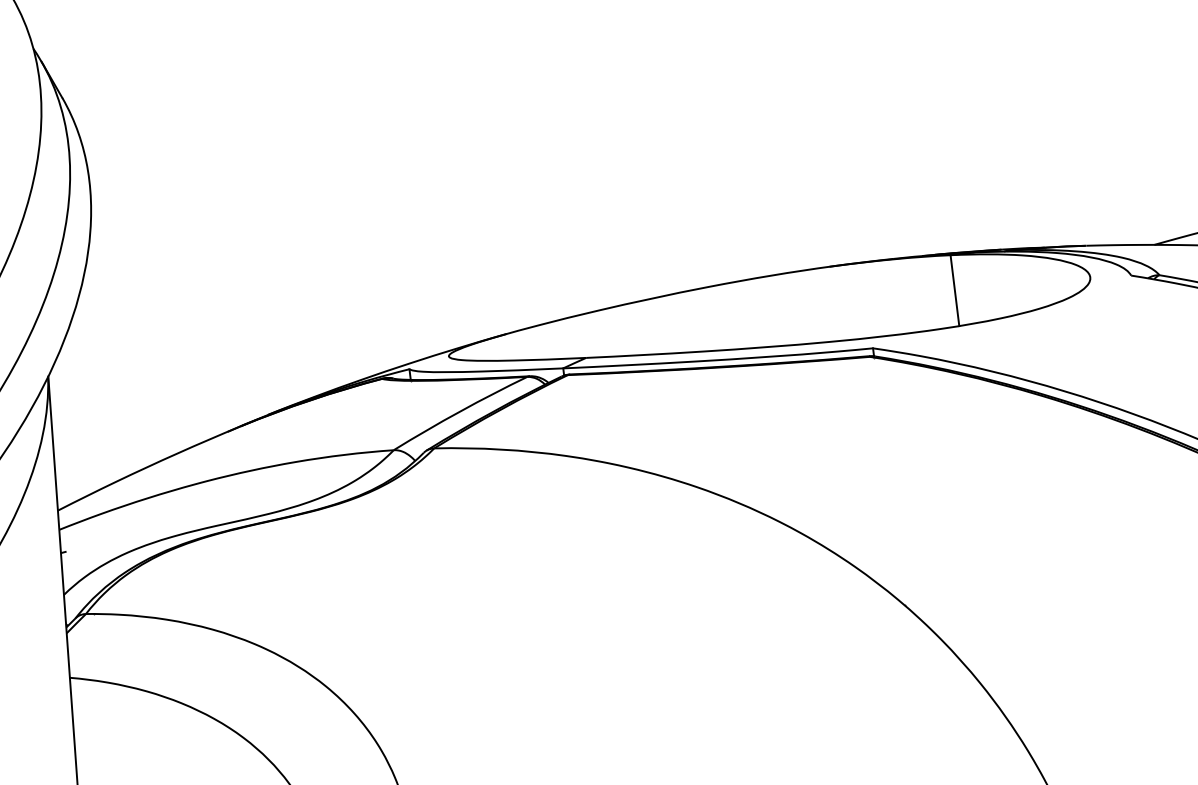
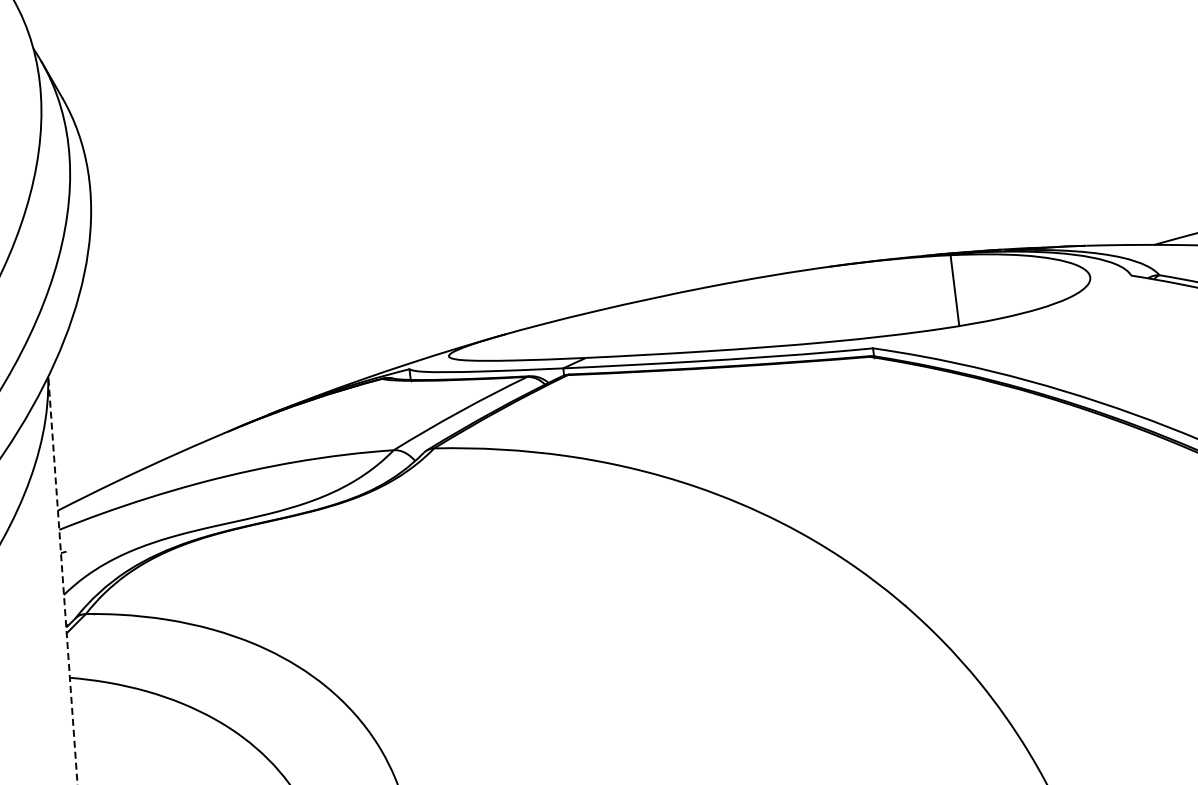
line at (62, 580): solid -> dashed
